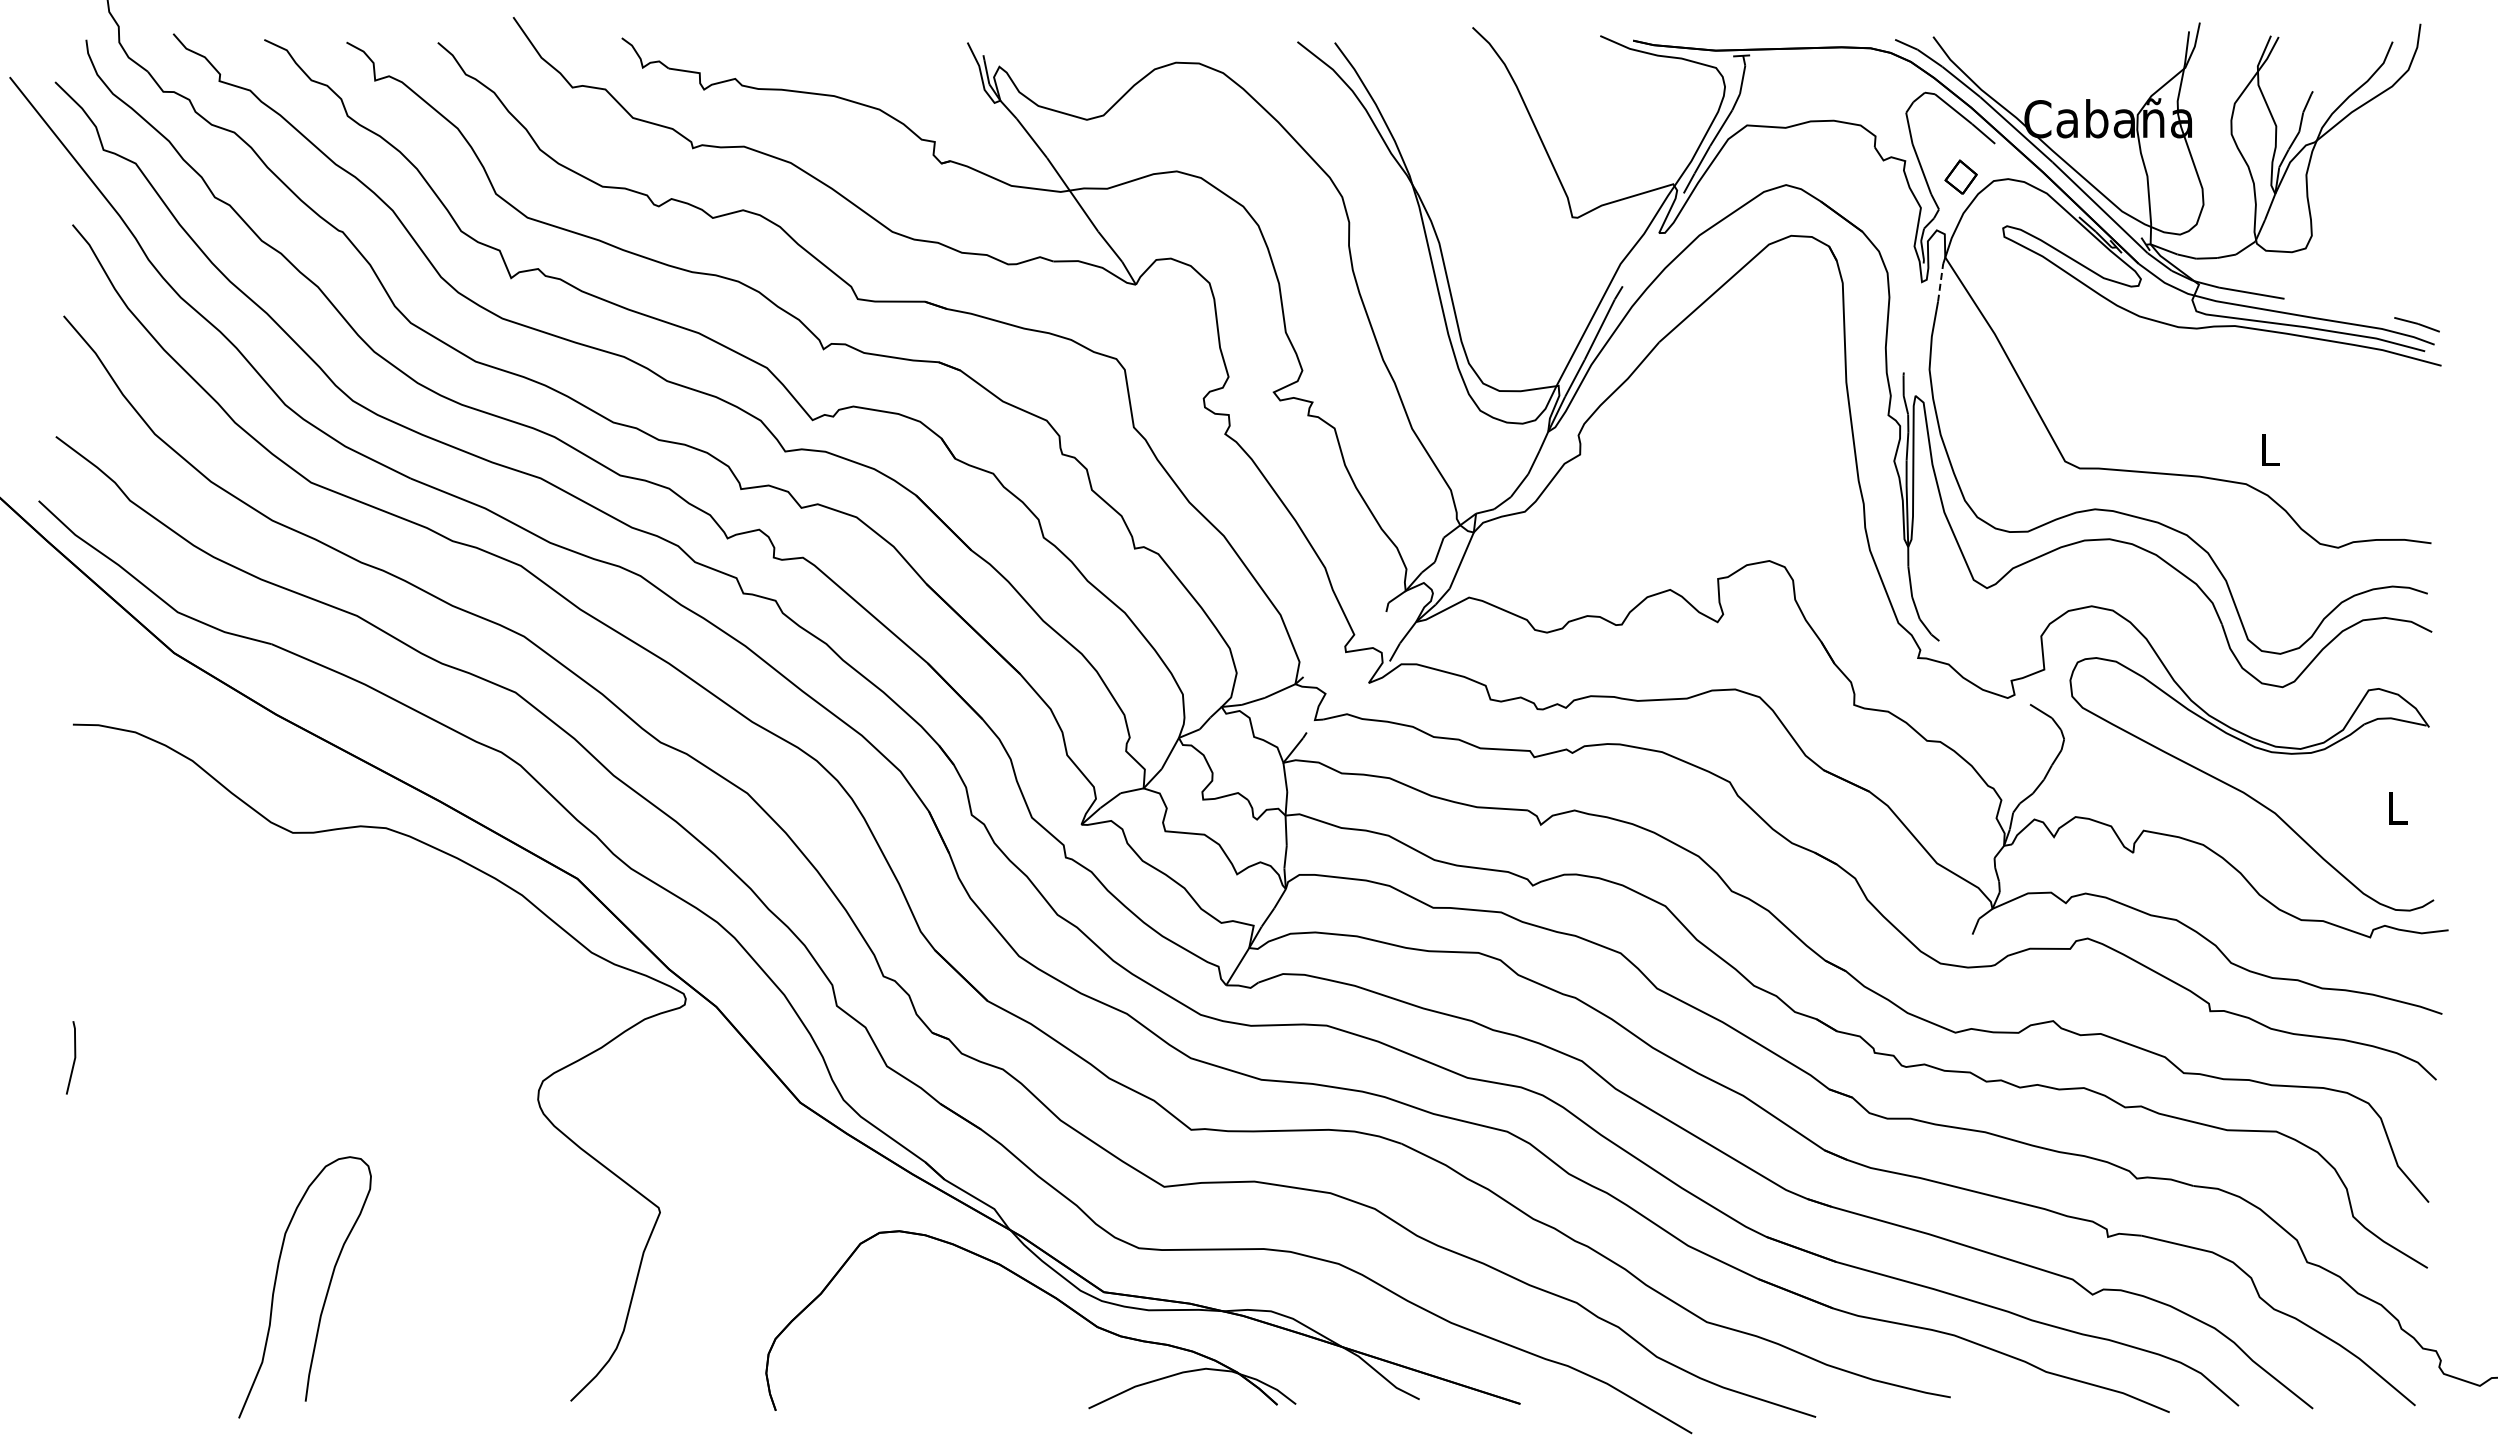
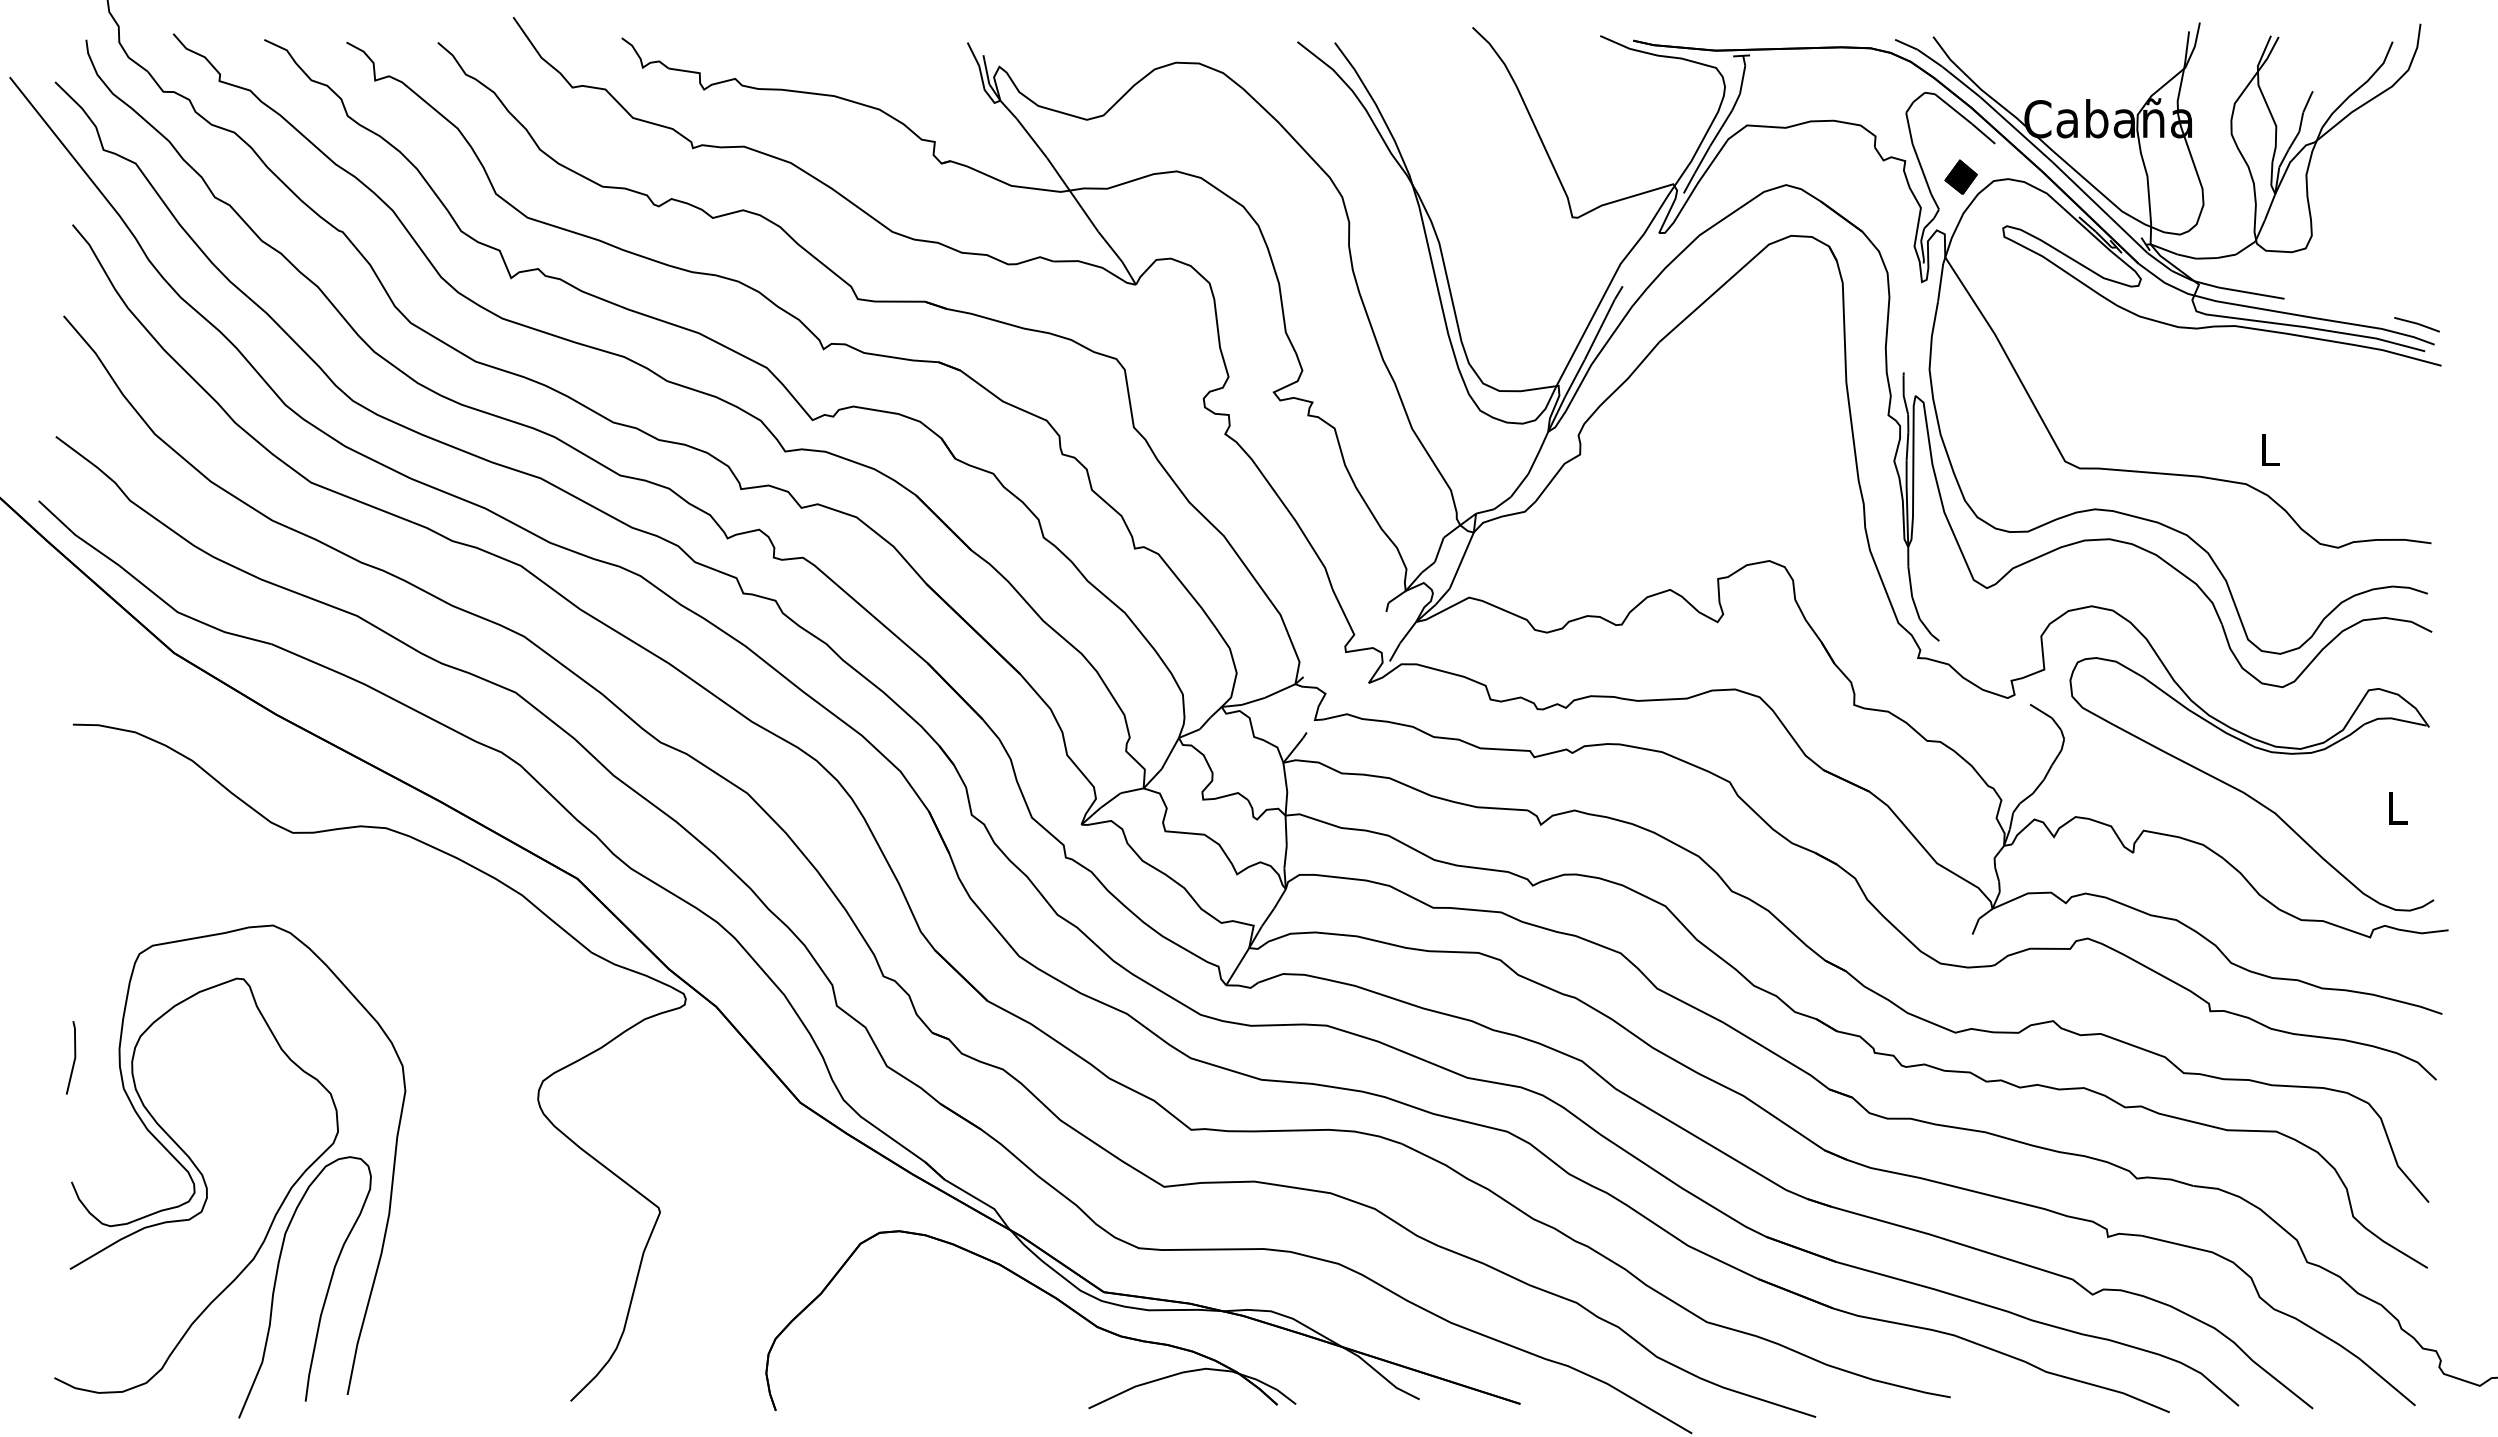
fill at (1960, 177): none -> present
line at (1940, 282): dashed -> solid
part at (202, 1173): none -> present
